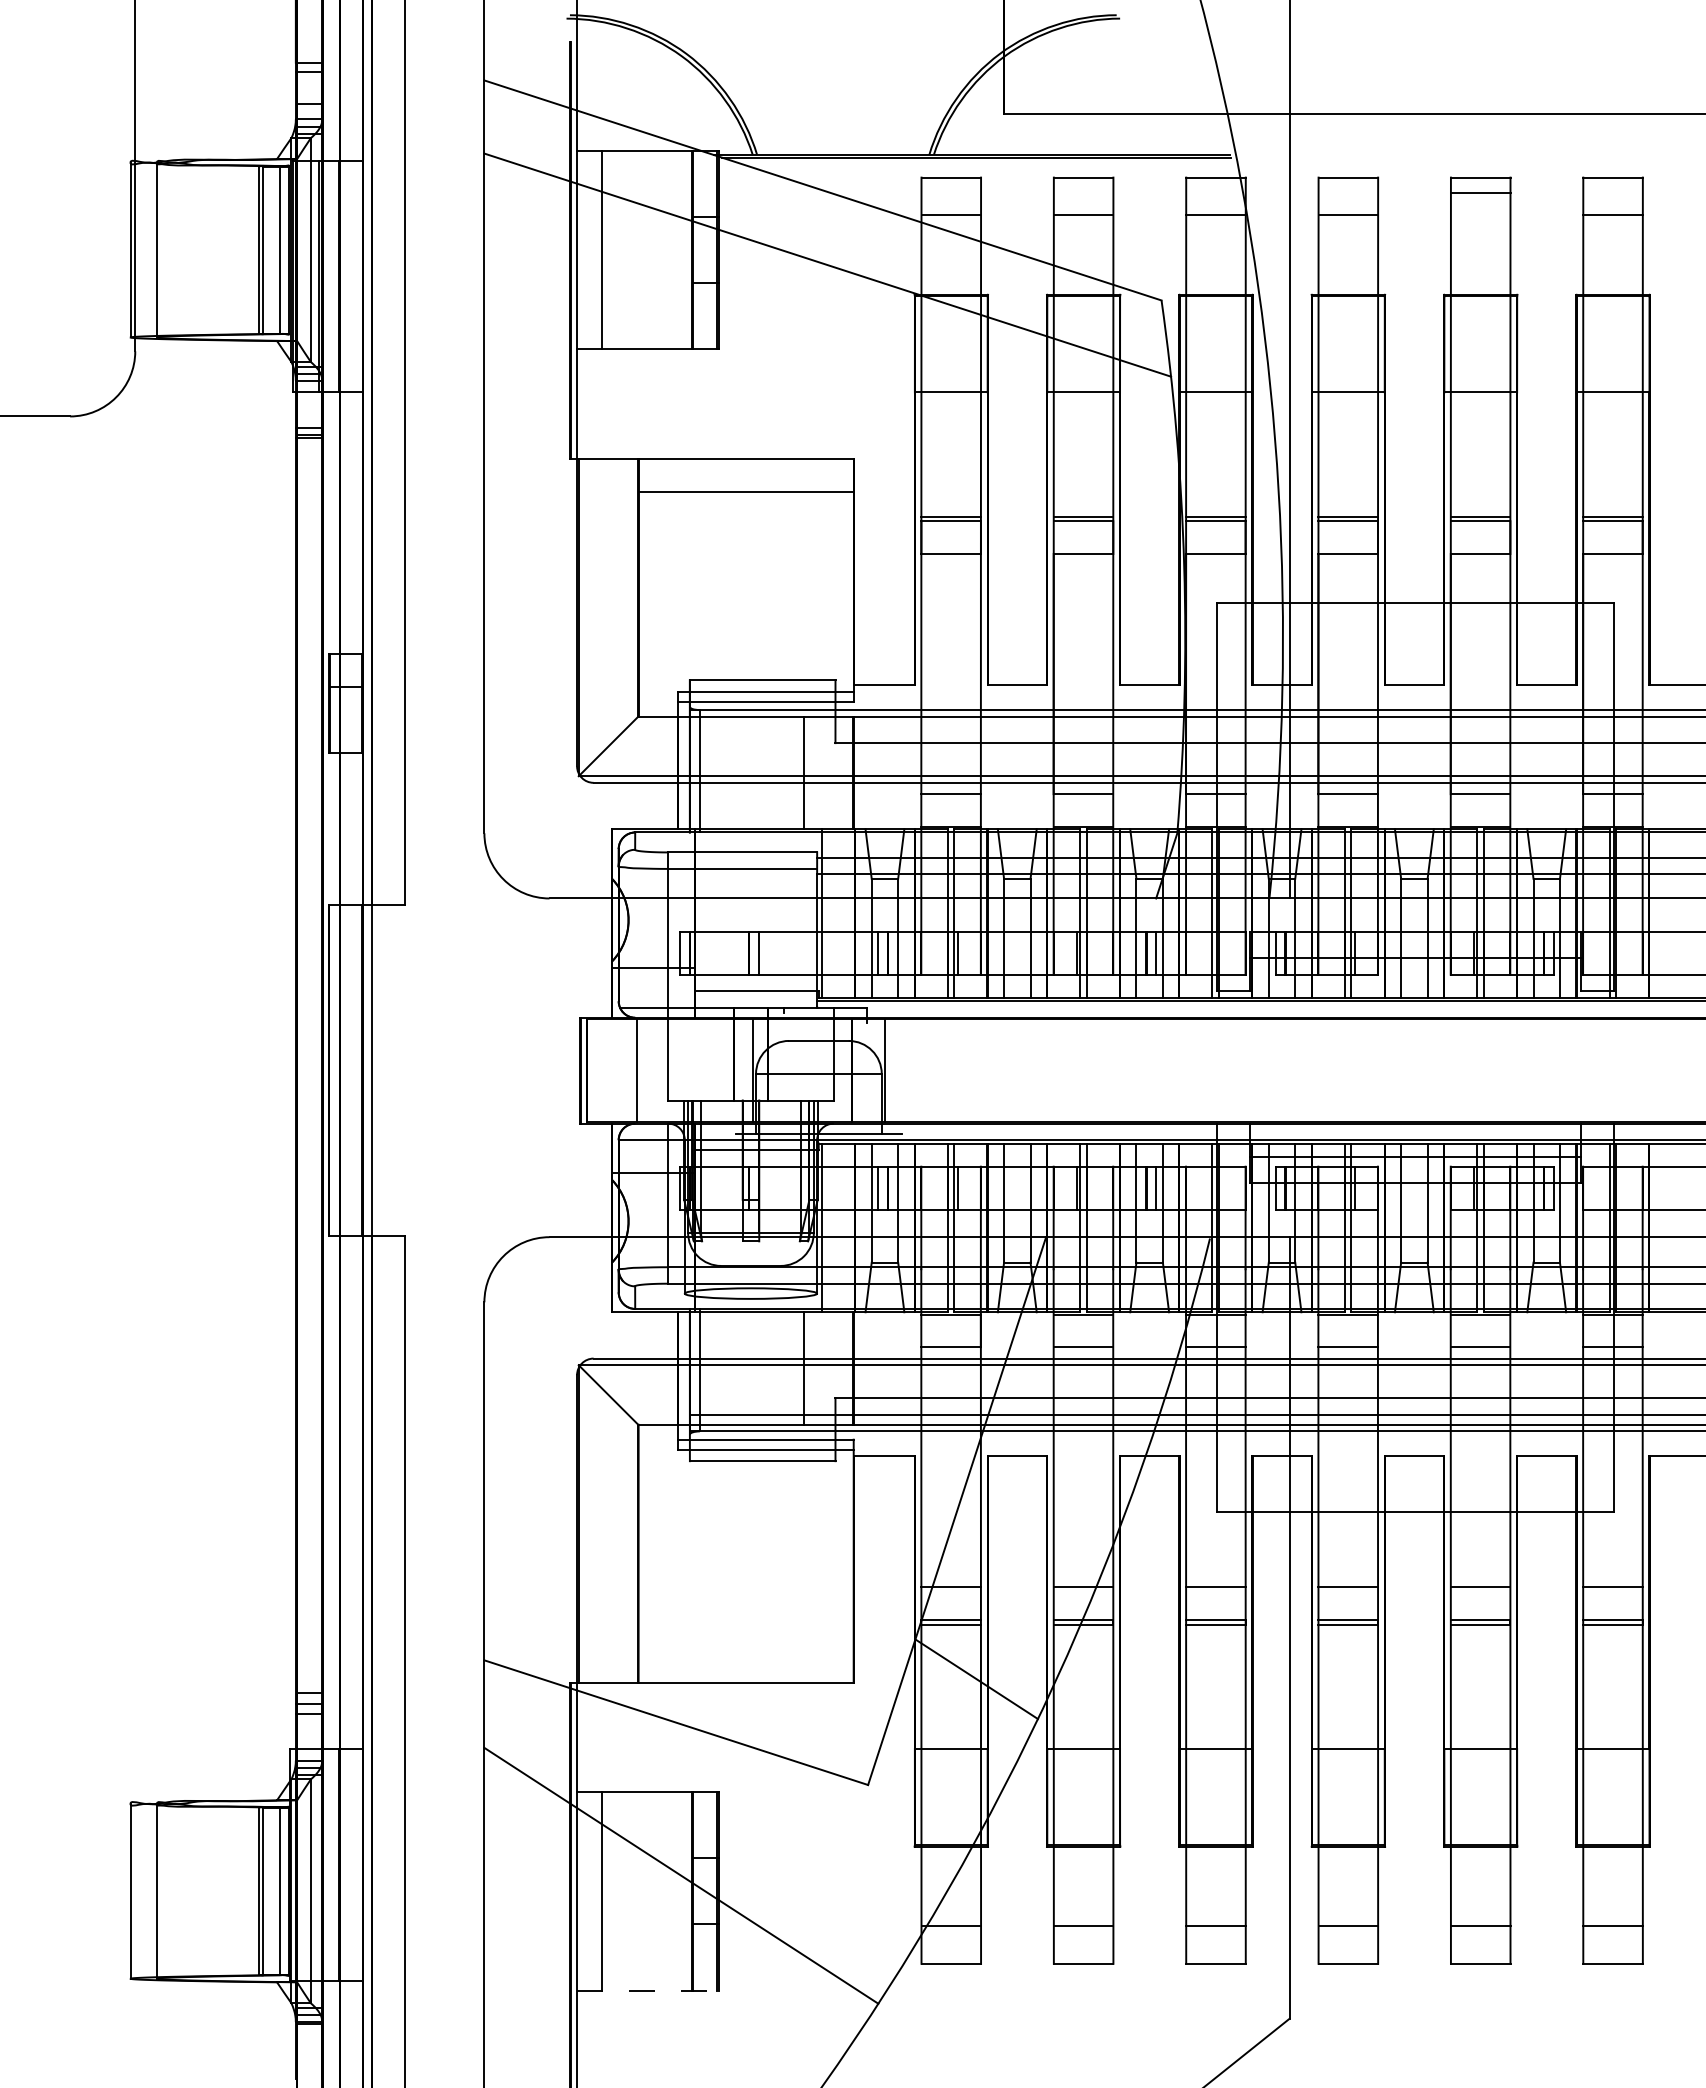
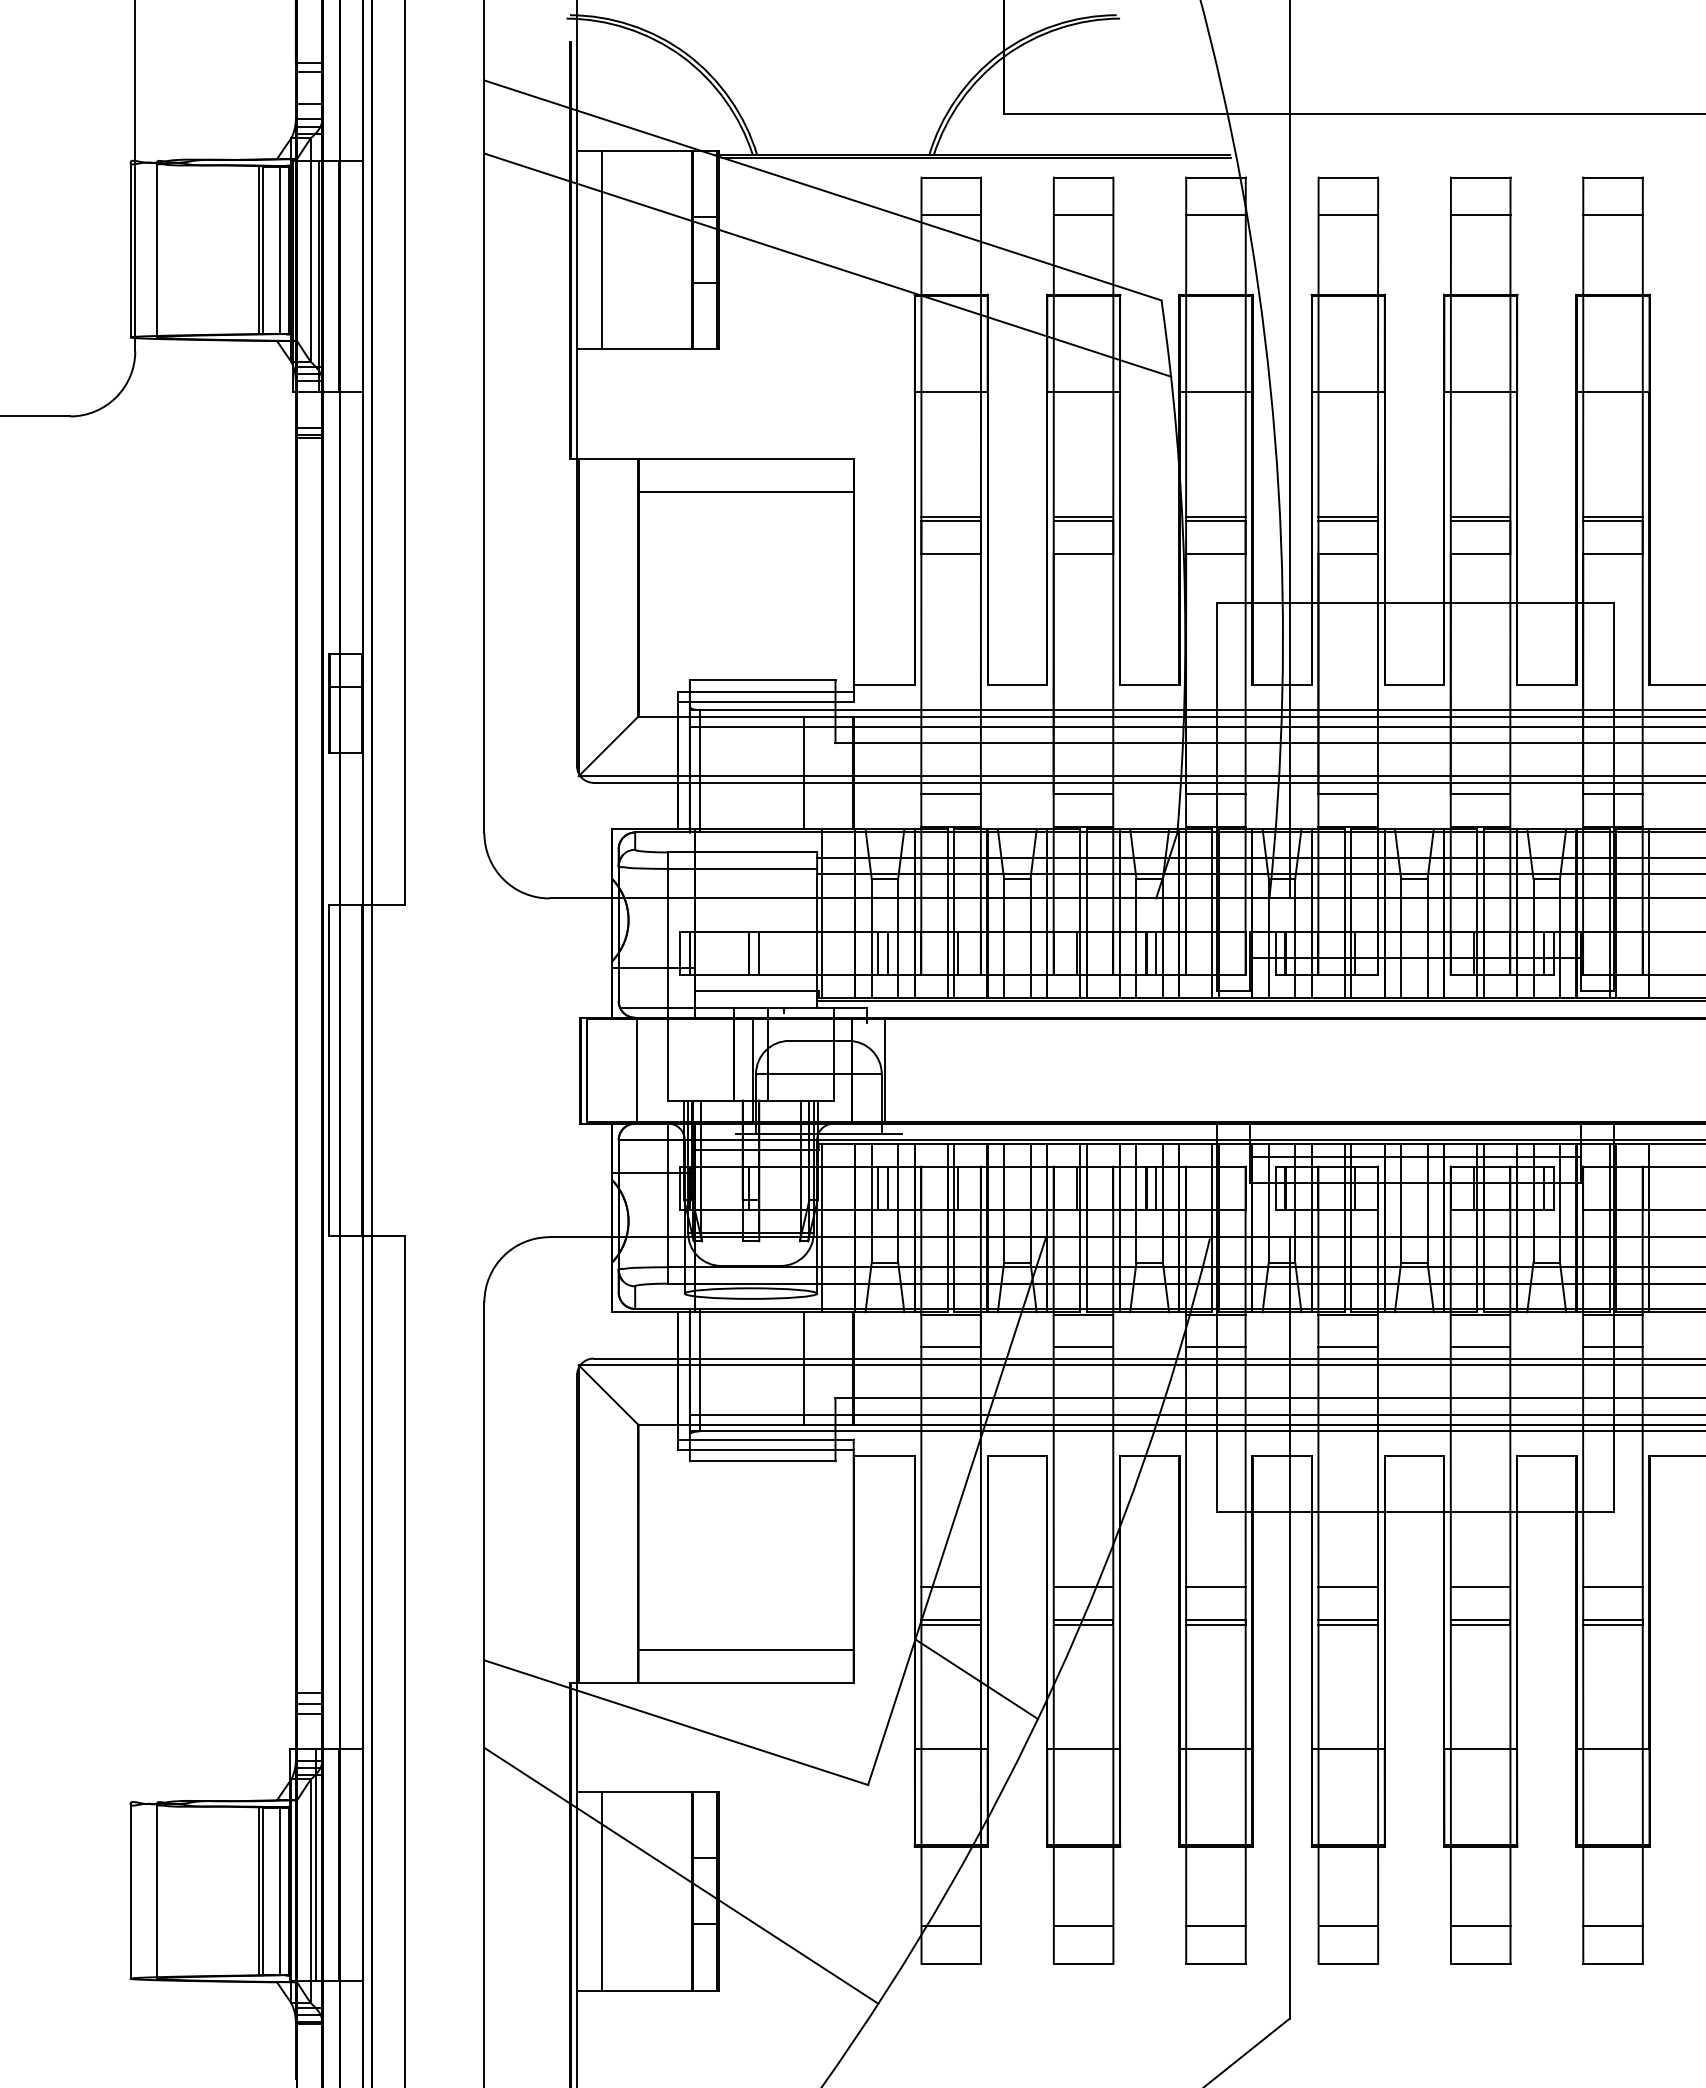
line at (1480, 193) position: (1480, 193) -> (1480, 215)
line at (1195, 726): none -> present
line at (745, 1649): none -> present
line at (315, 1864): none -> present
line at (648, 1990): dashed -> solid
